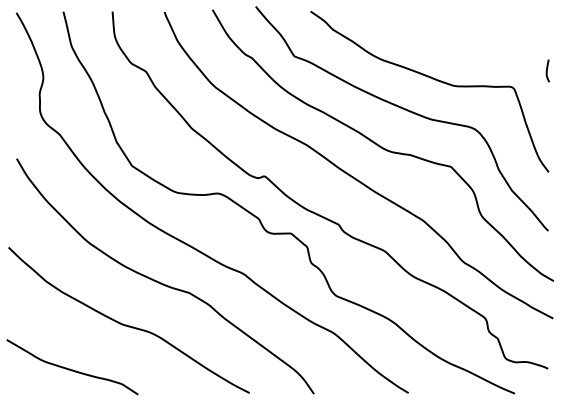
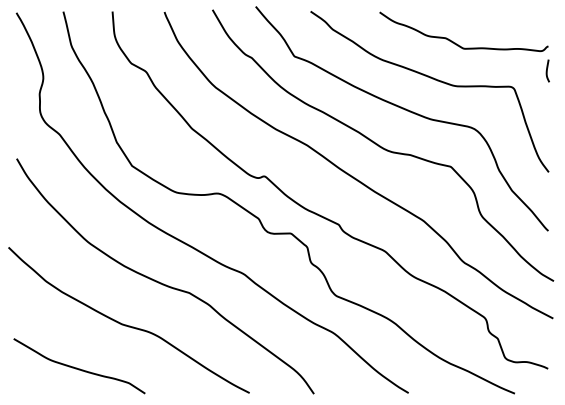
curve at (455, 42): none -> present
curve at (72, 369) position: (72, 369) -> (79, 368)
